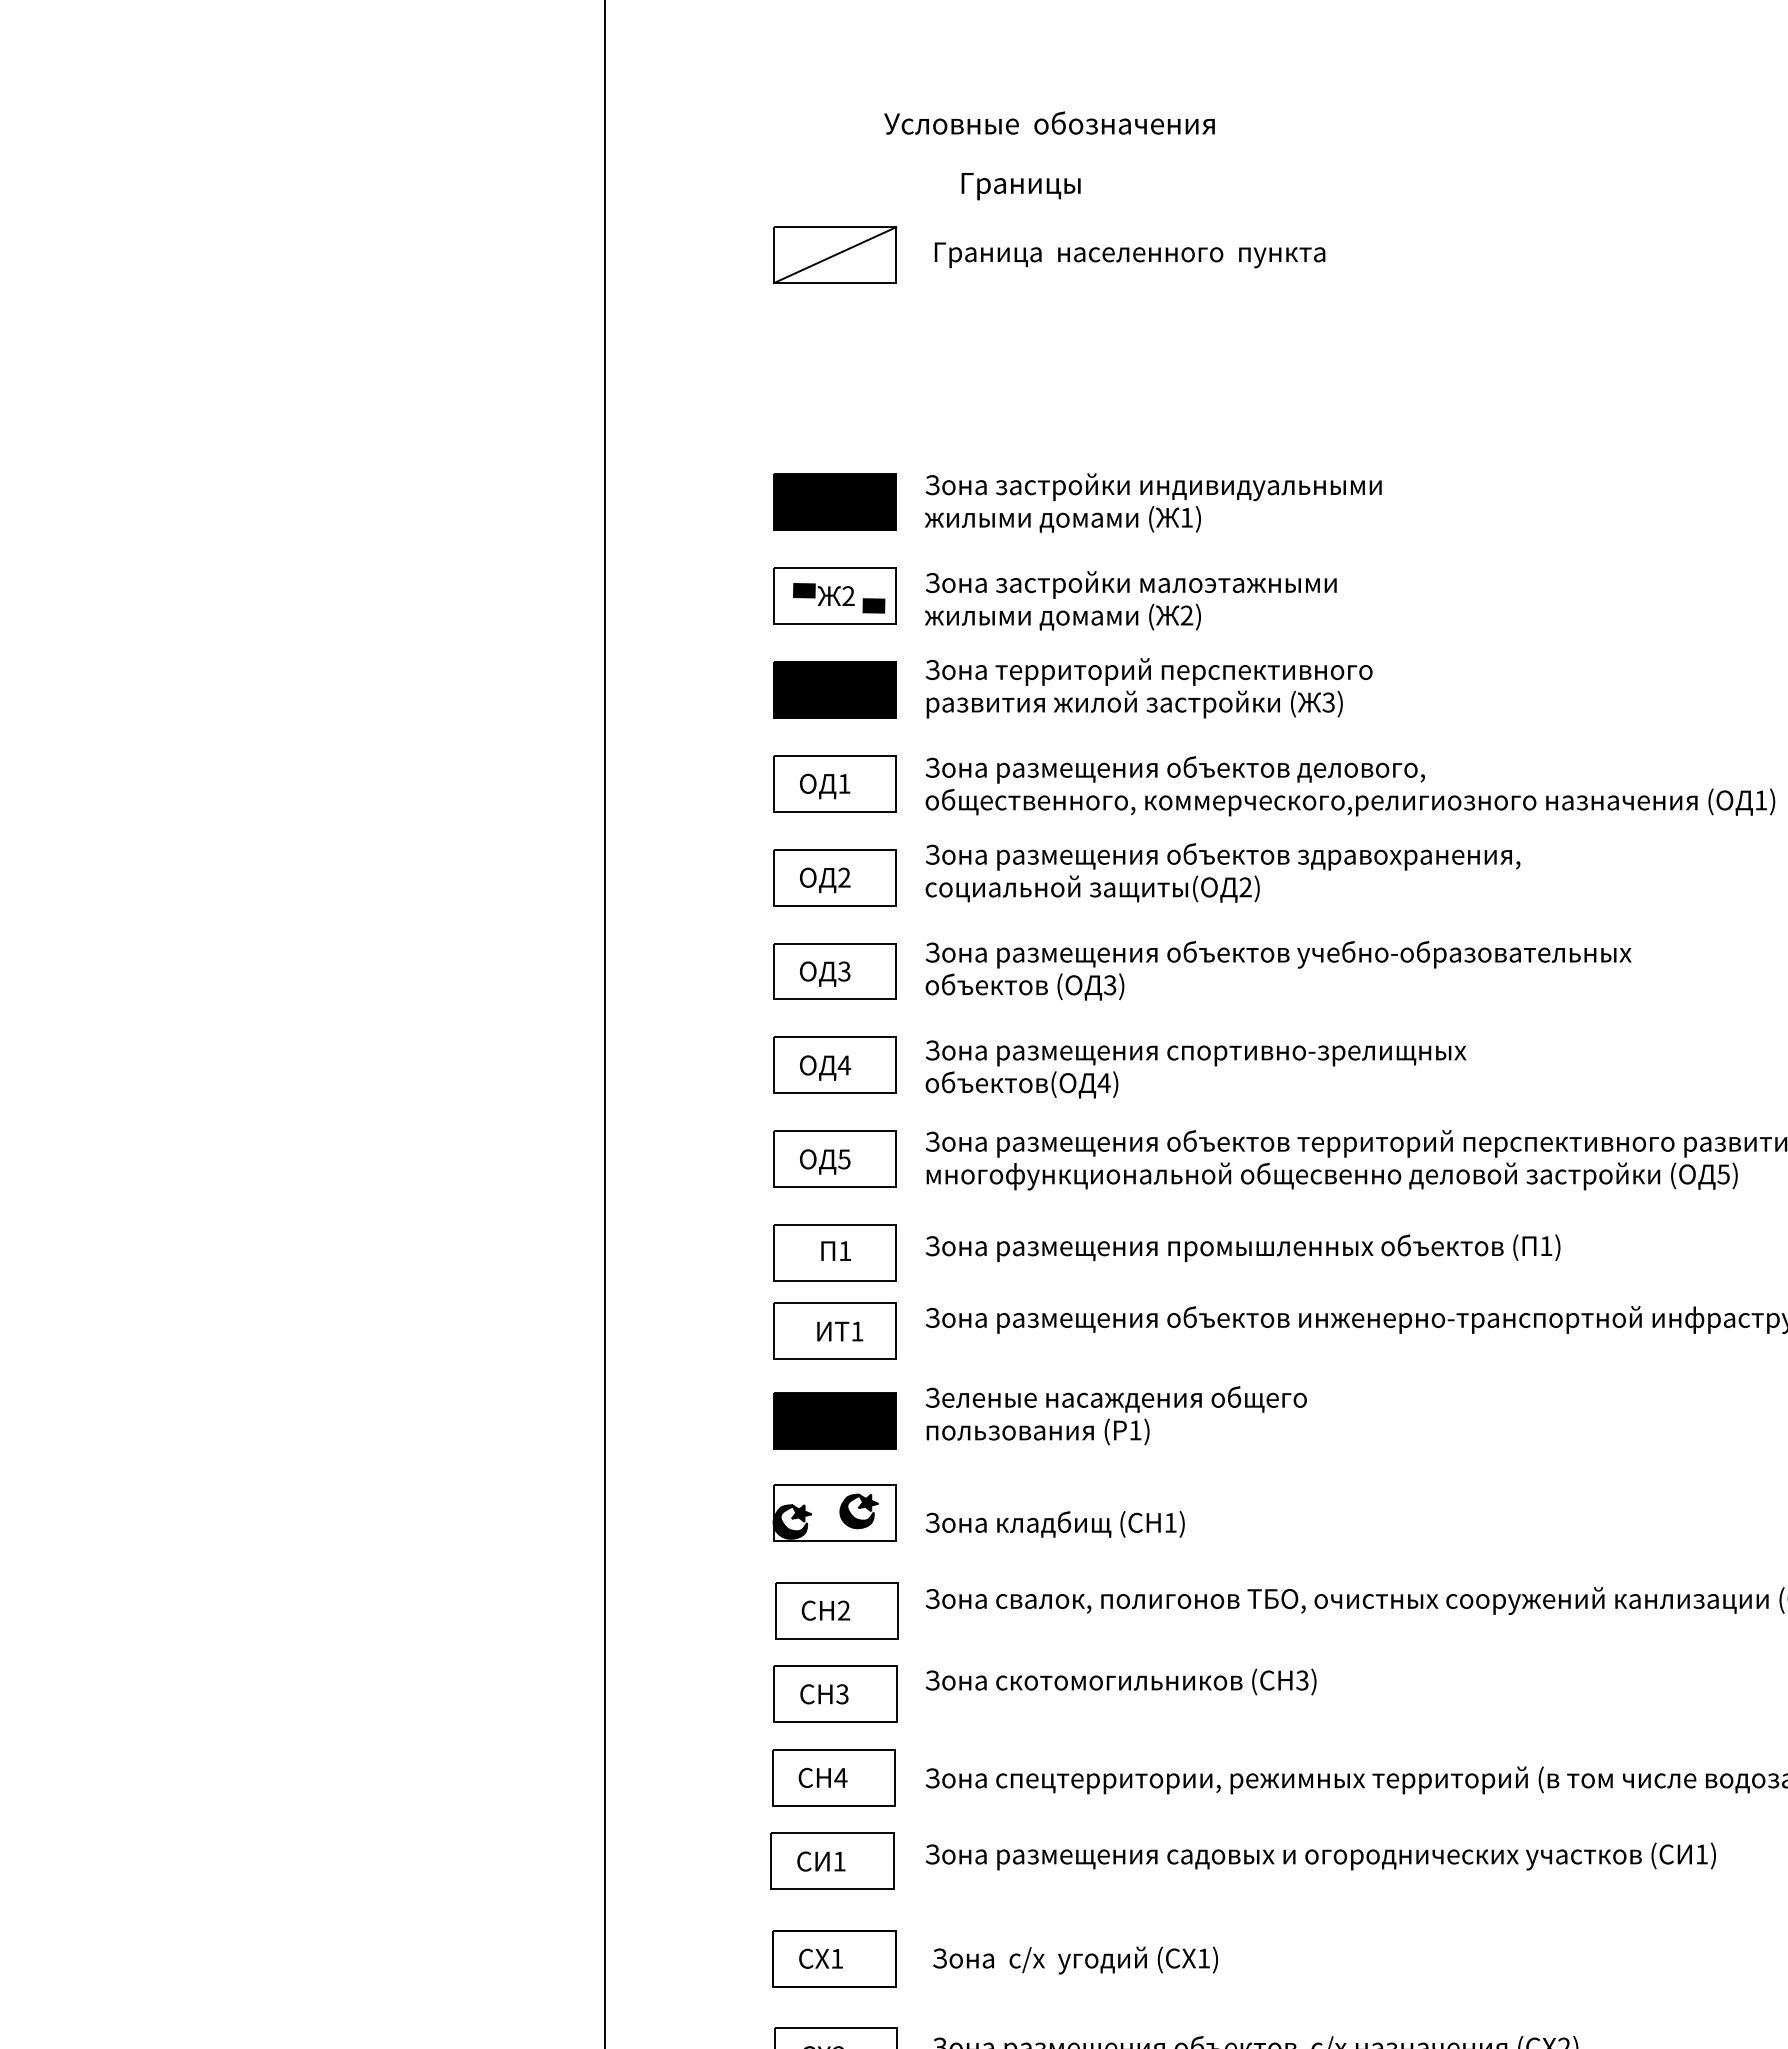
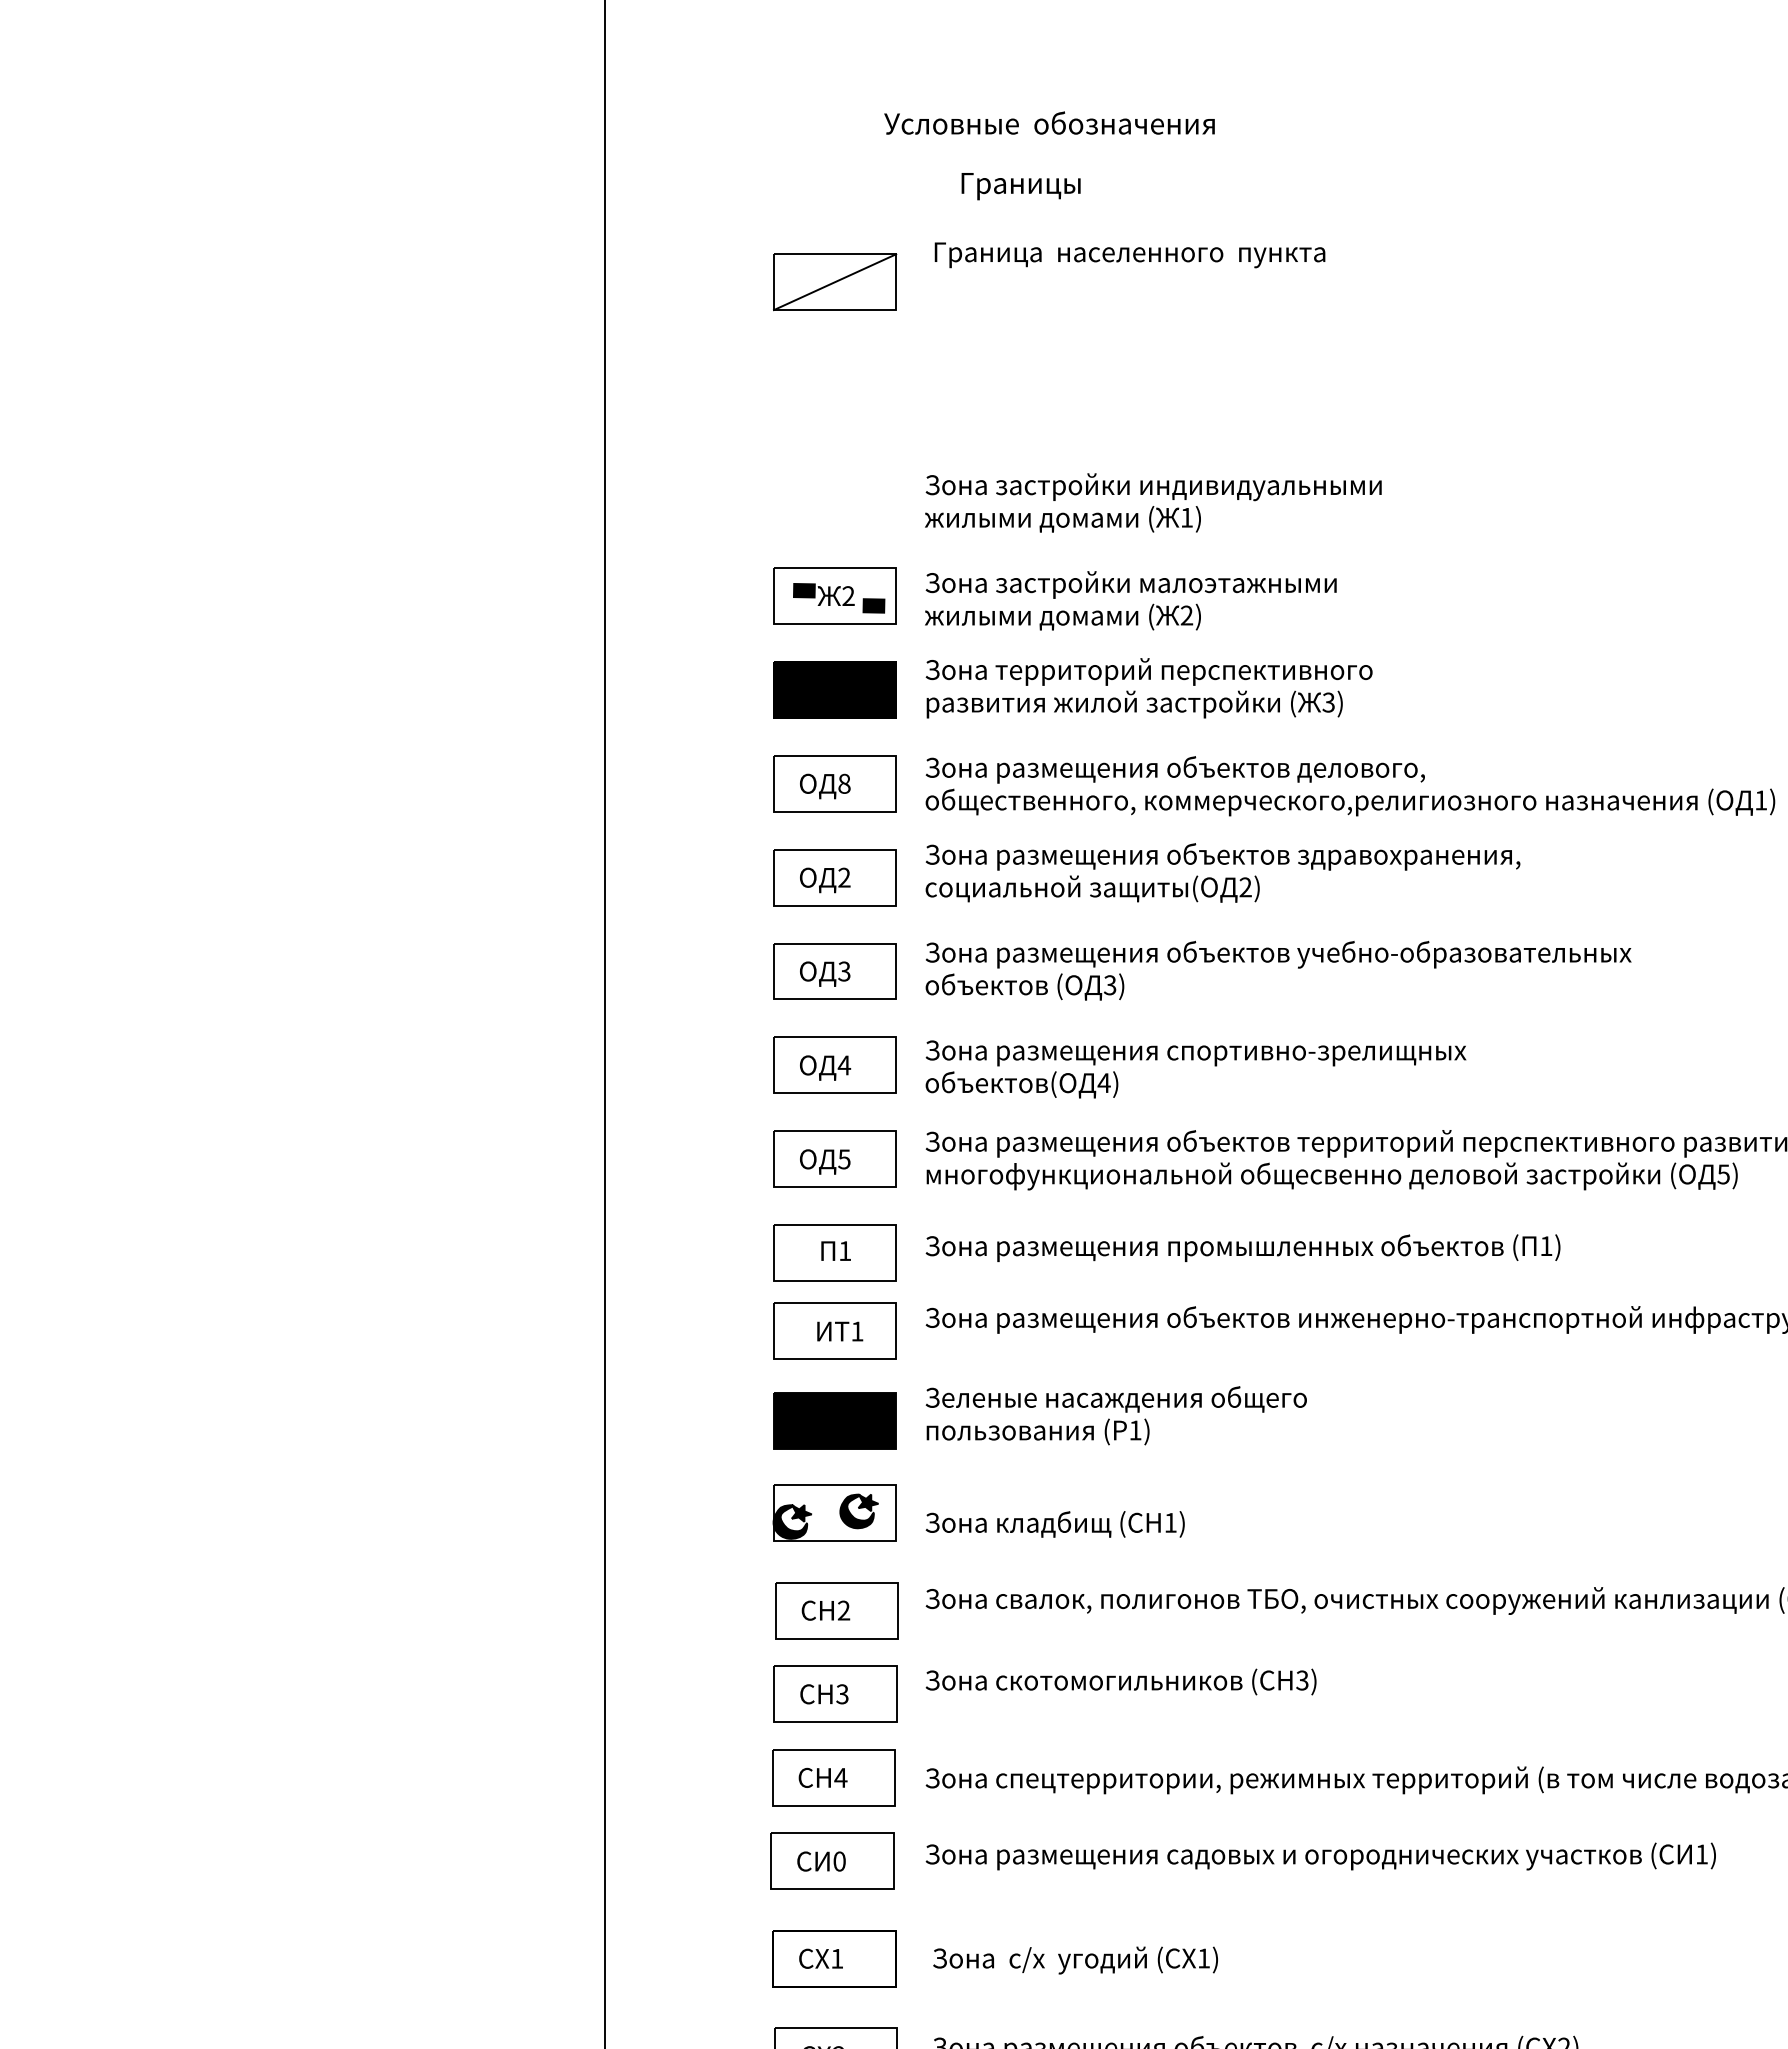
part at (835, 255) position: (835, 255) -> (835, 282)
part at (834, 501): present -> none
text at (844, 783): 1 -> 8
text at (839, 1861): 1 -> 0
